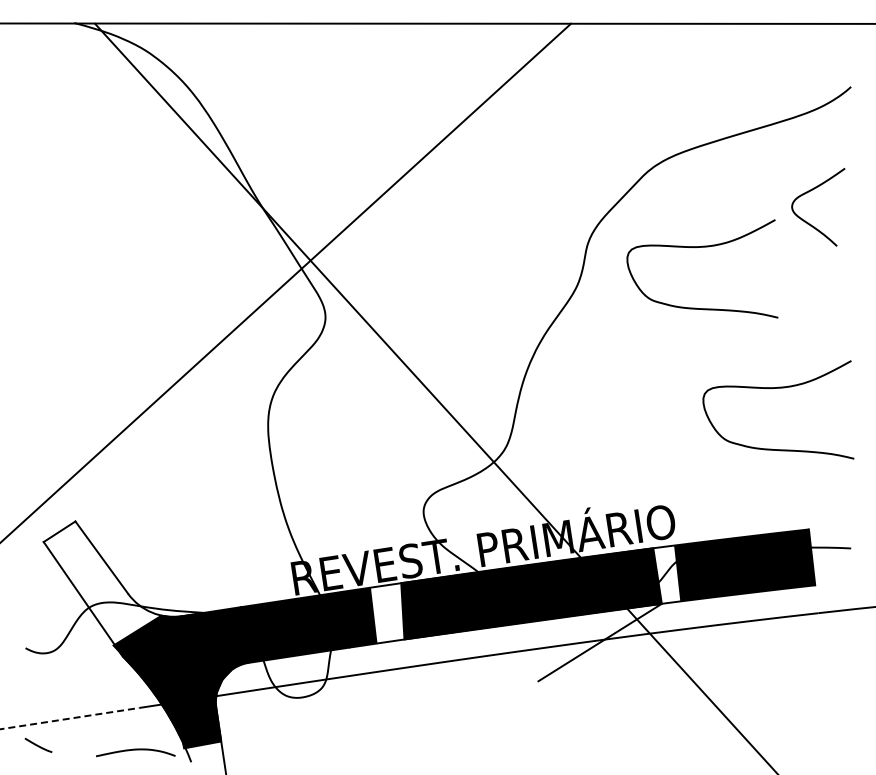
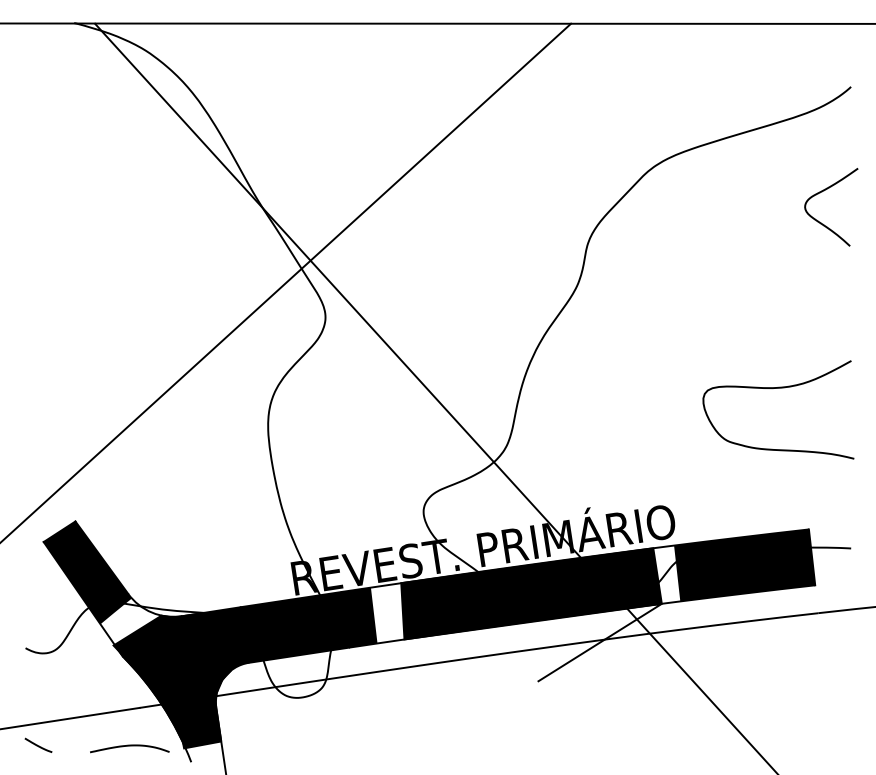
curve at (811, 191) position: (811, 191) -> (824, 191)
curve at (702, 247): present -> none
fill at (87, 572): none -> present
line at (70, 718): dashed -> solid
curve at (135, 750) position: (135, 750) -> (129, 746)
